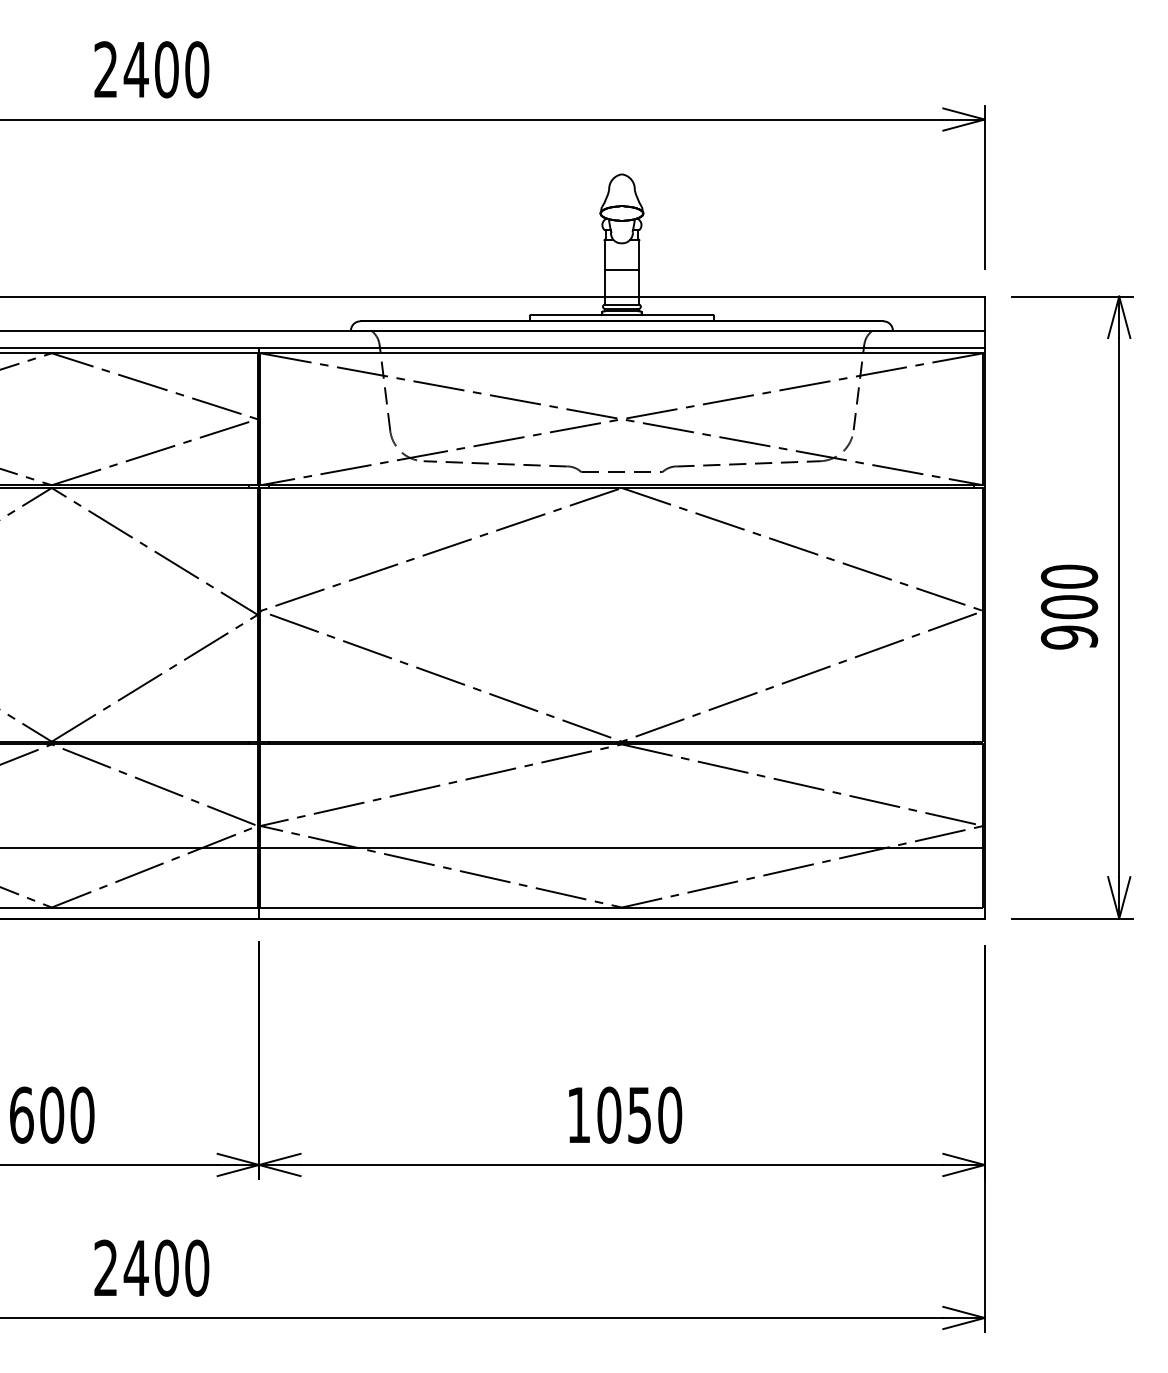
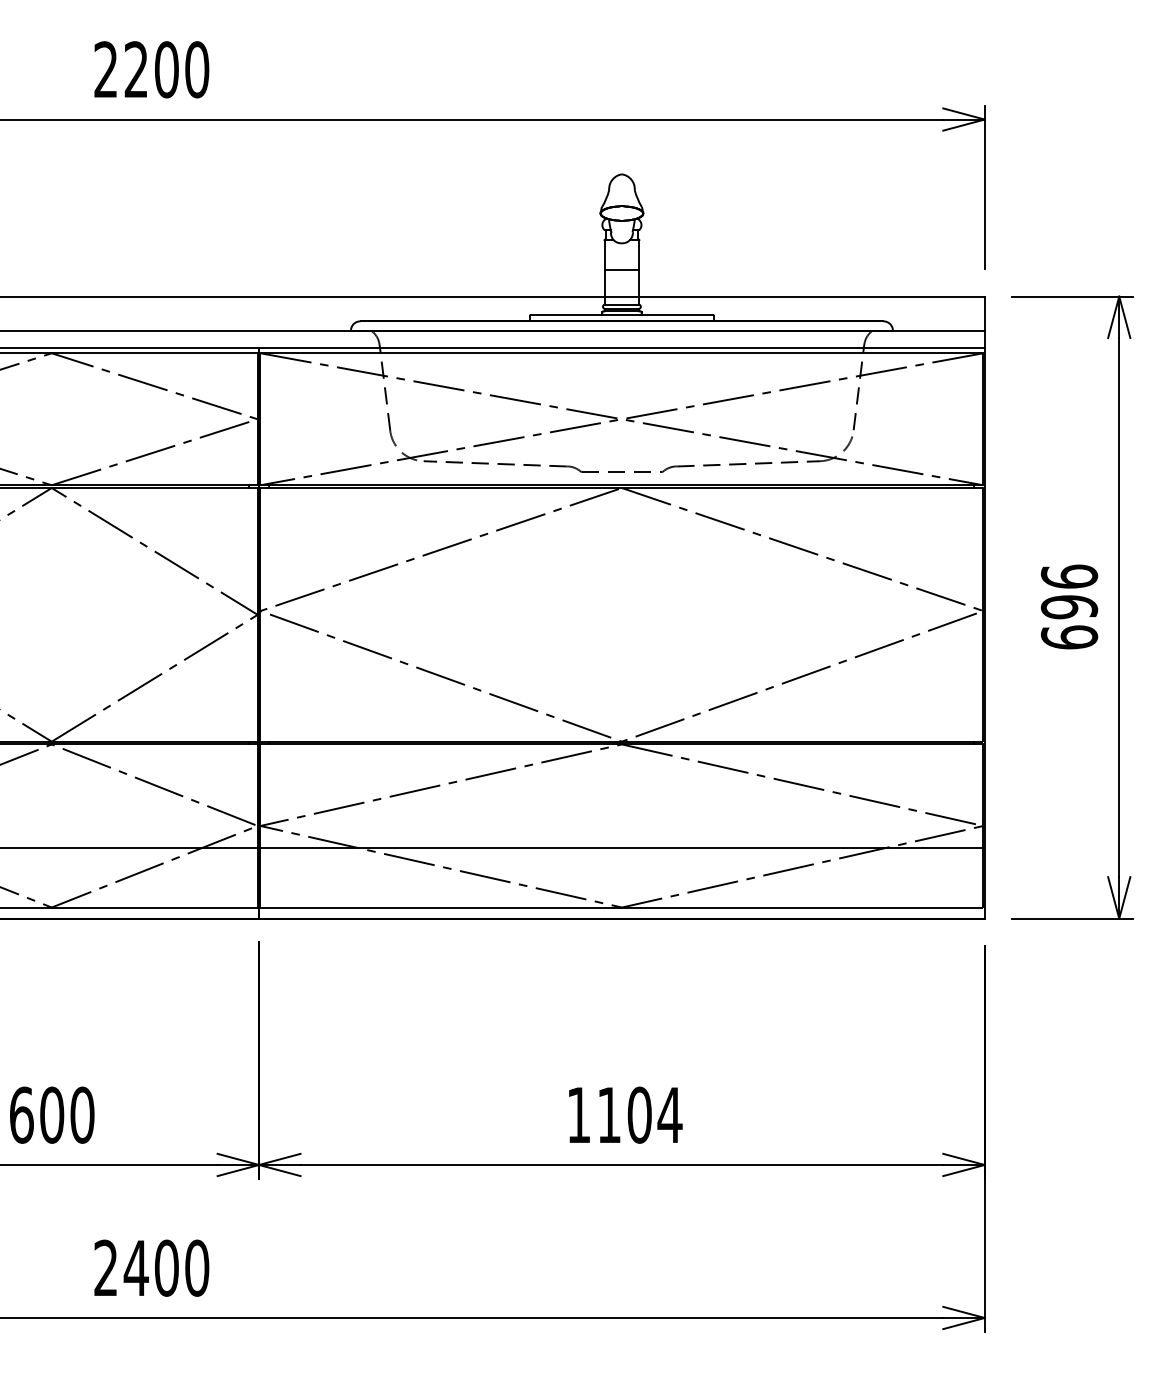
text at (135, 69): 2400 -> 2200
text at (1069, 606): 900 -> 696
text at (639, 1114): 1050 -> 1104
